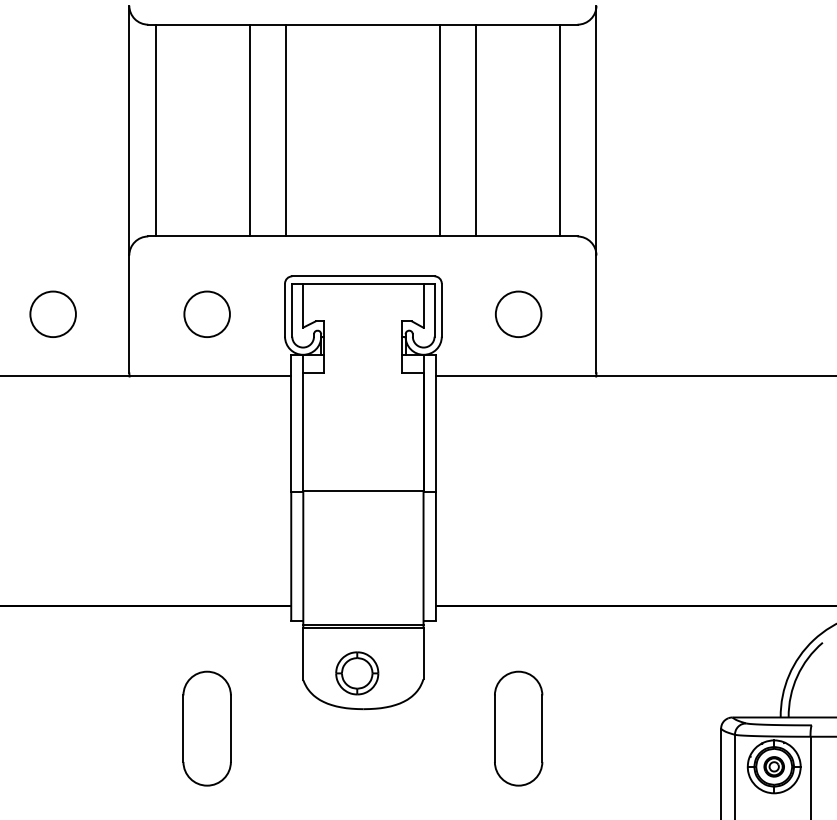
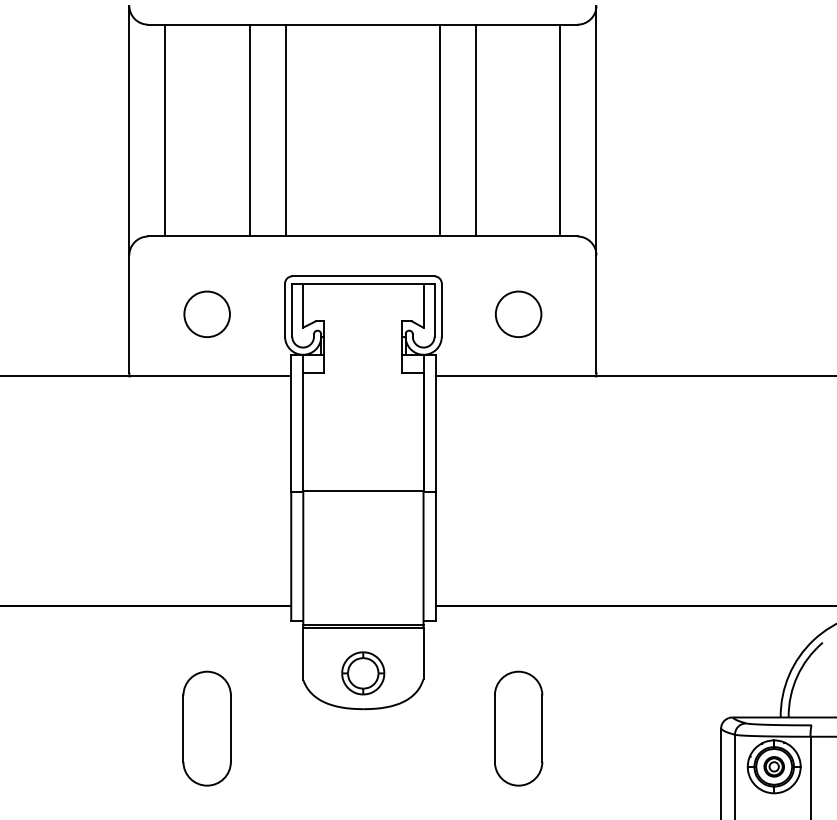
line at (156, 130) position: (156, 130) -> (165, 130)
circle at (52, 313): present -> none
part at (357, 673) position: (357, 673) -> (363, 673)
